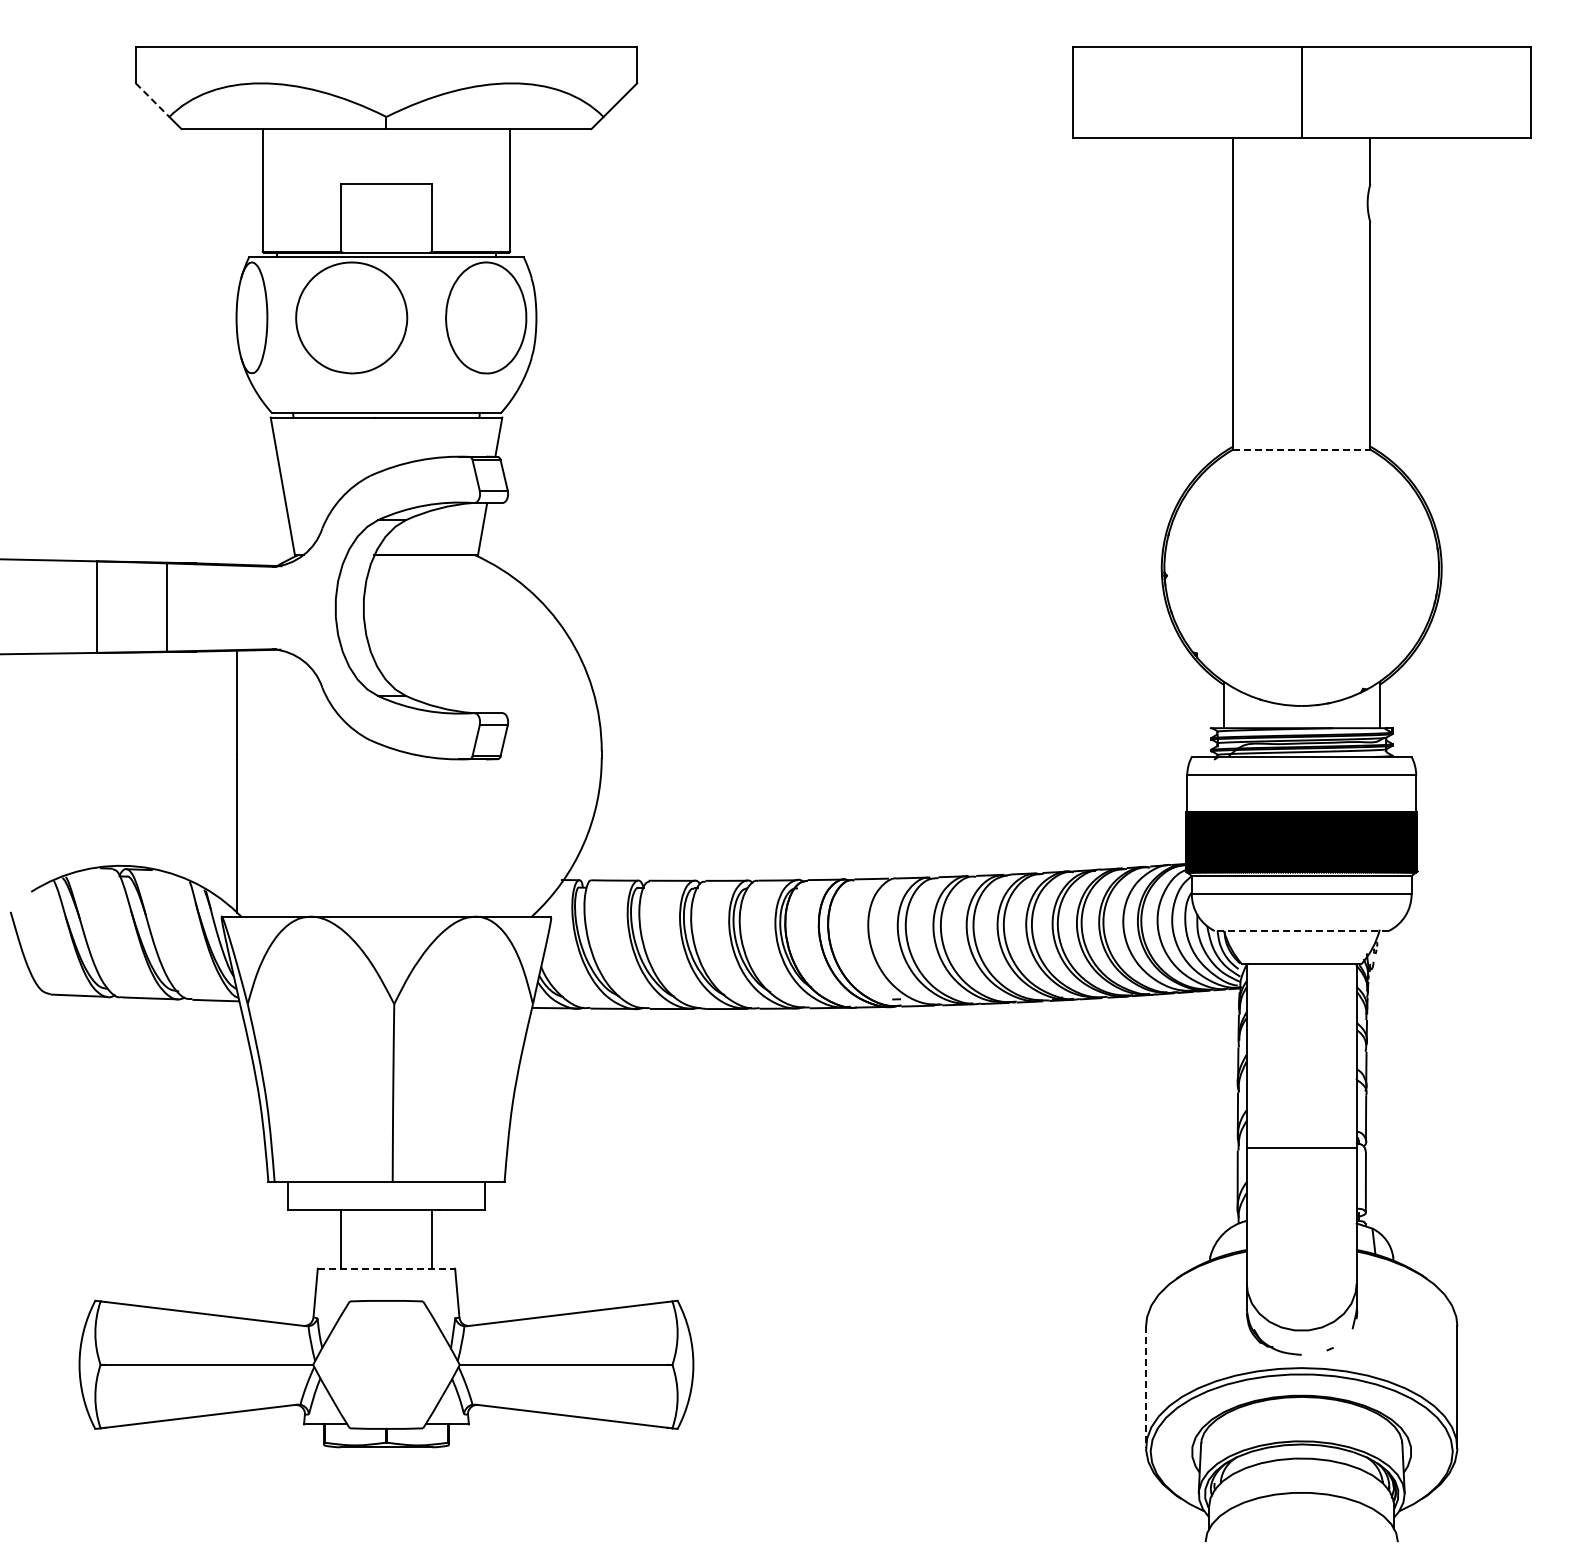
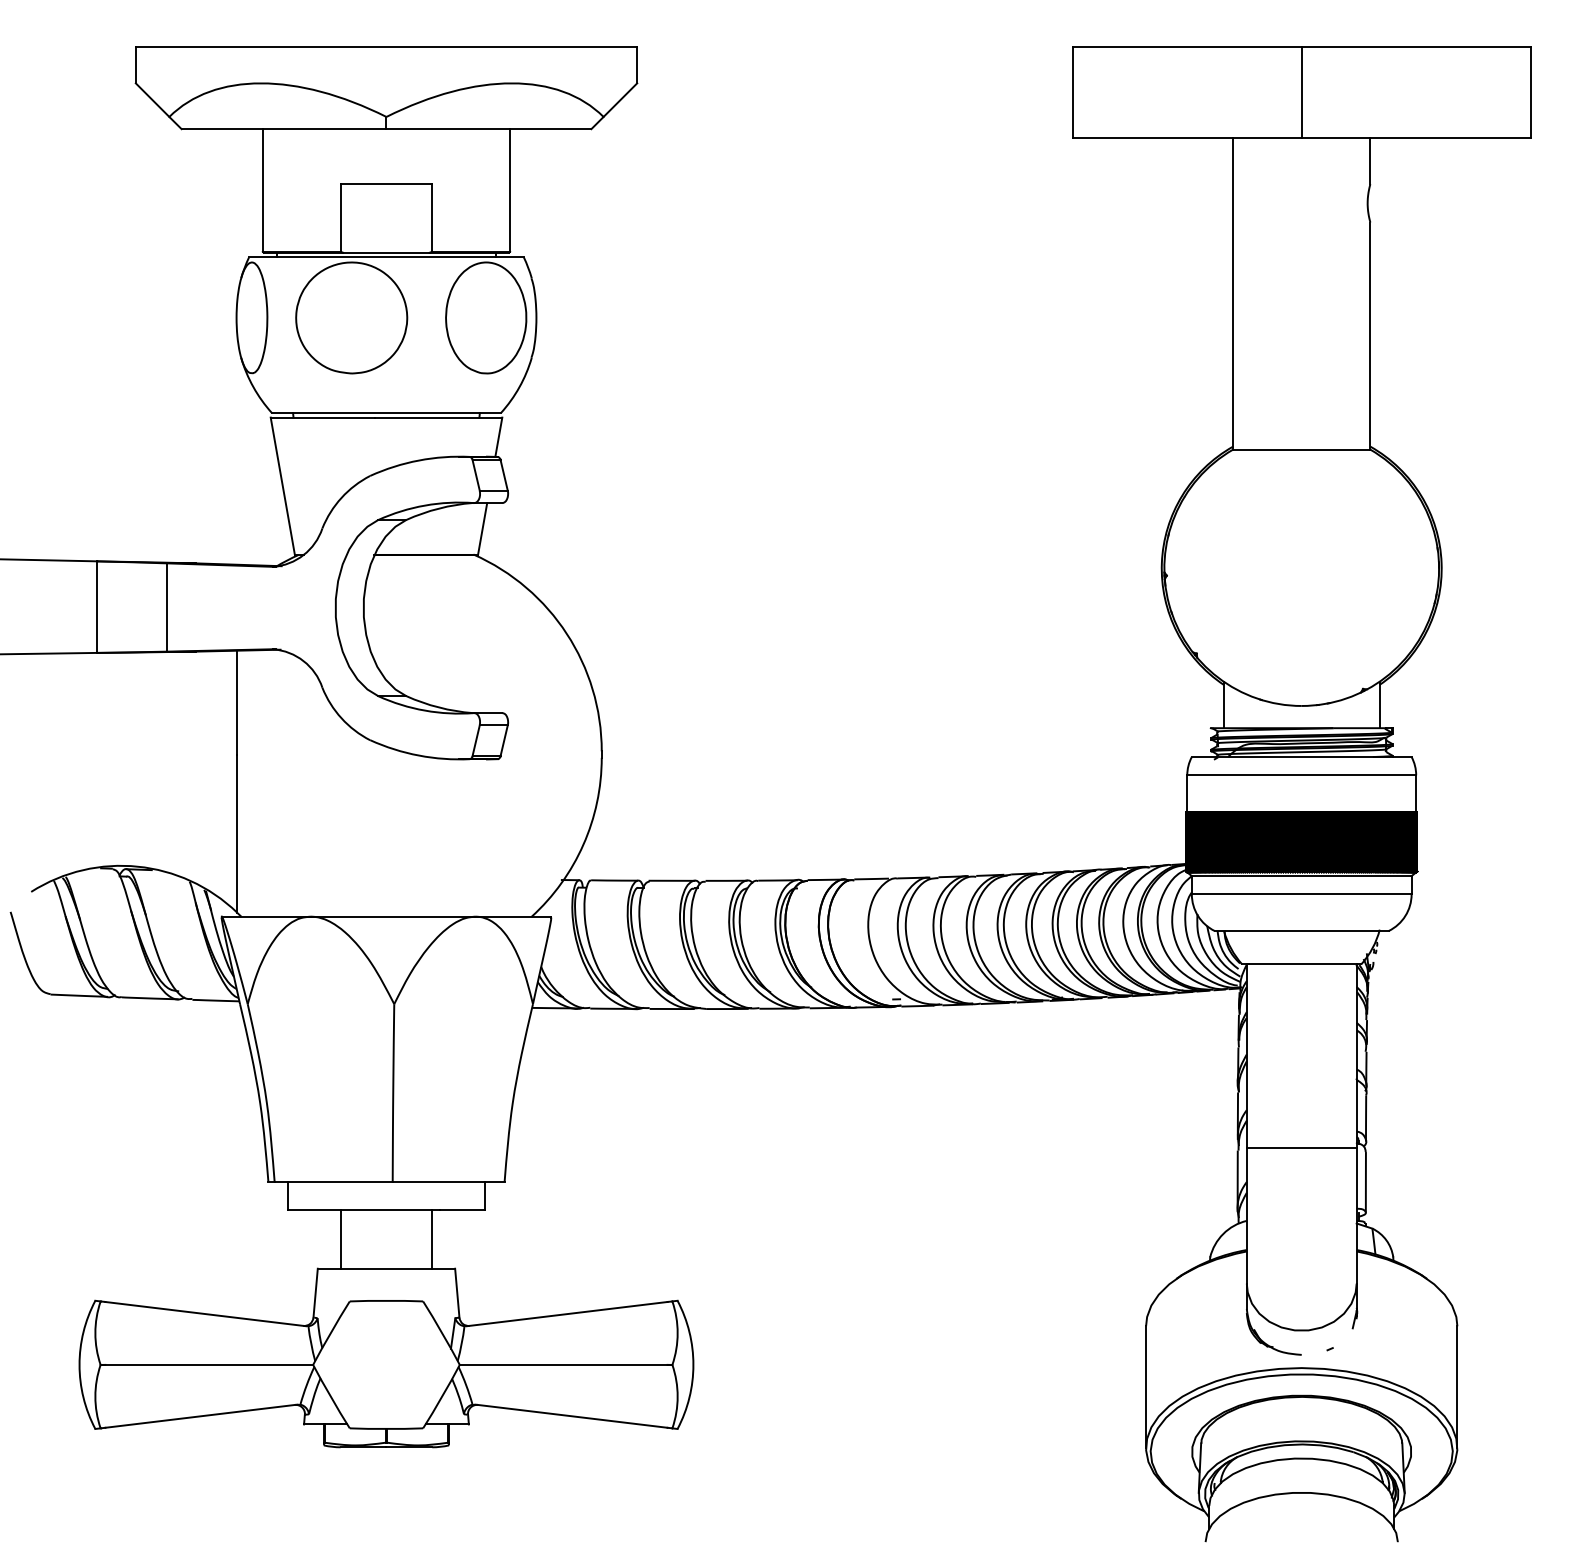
line at (152, 100): dashed -> solid
line at (1301, 449): dashed -> solid
line at (1301, 931): dashed -> solid
line at (386, 1268): dashed -> solid
line at (1146, 1387): dashed -> solid
